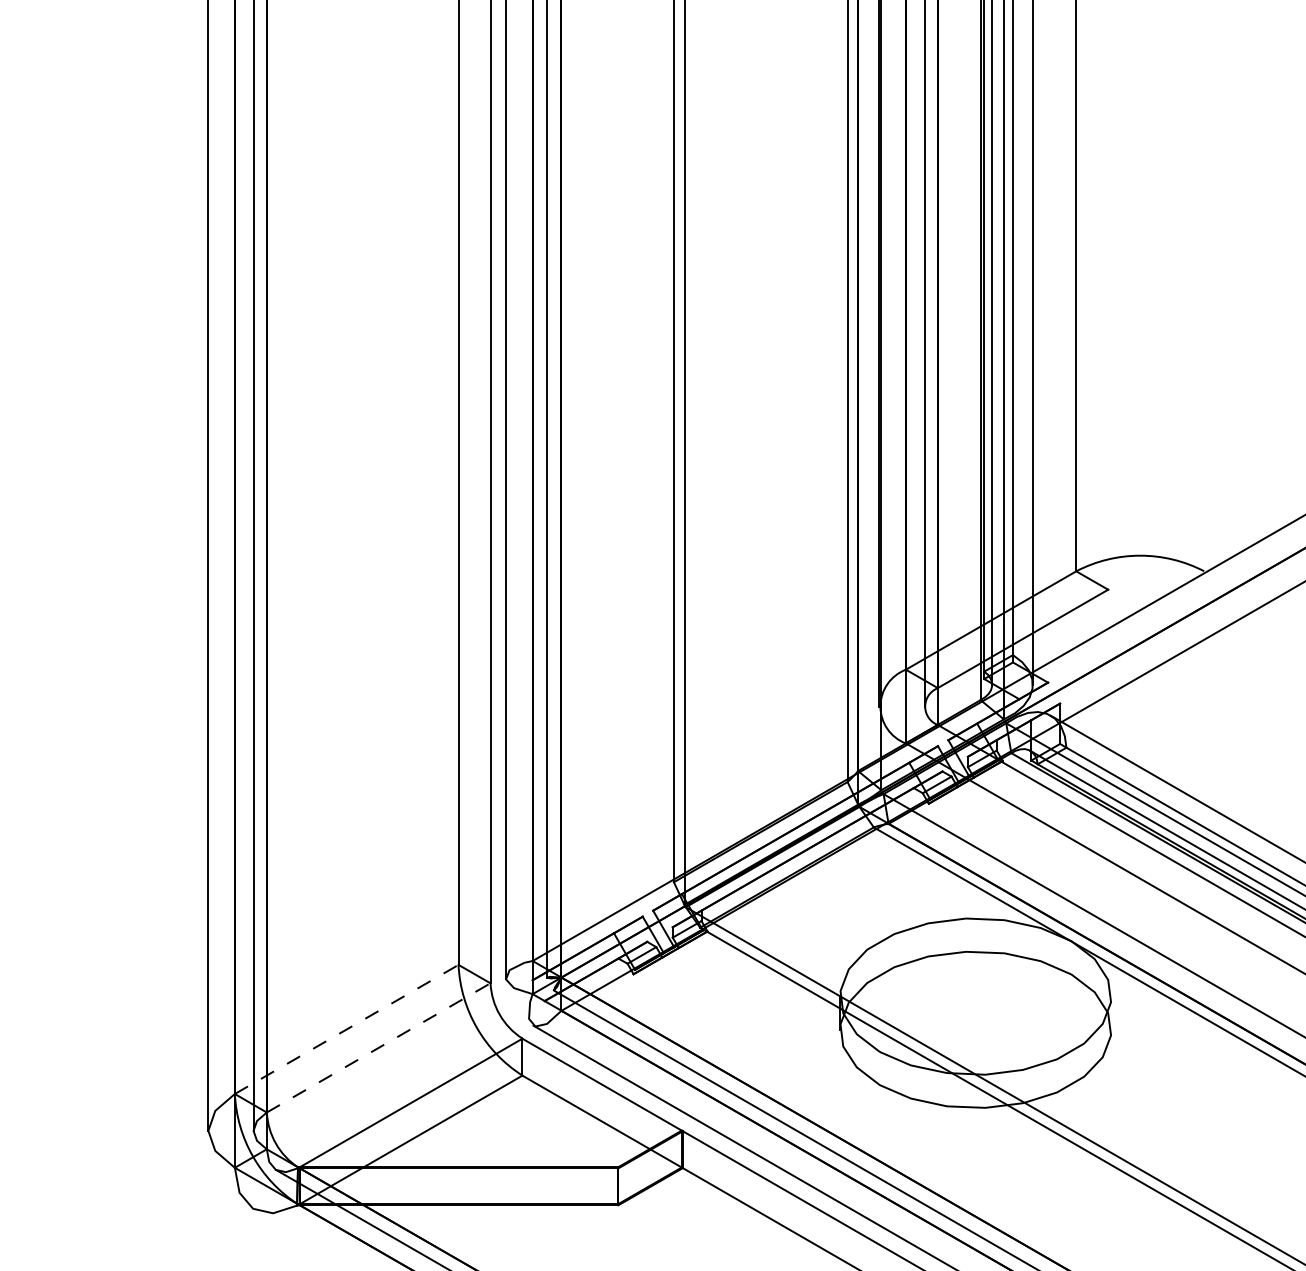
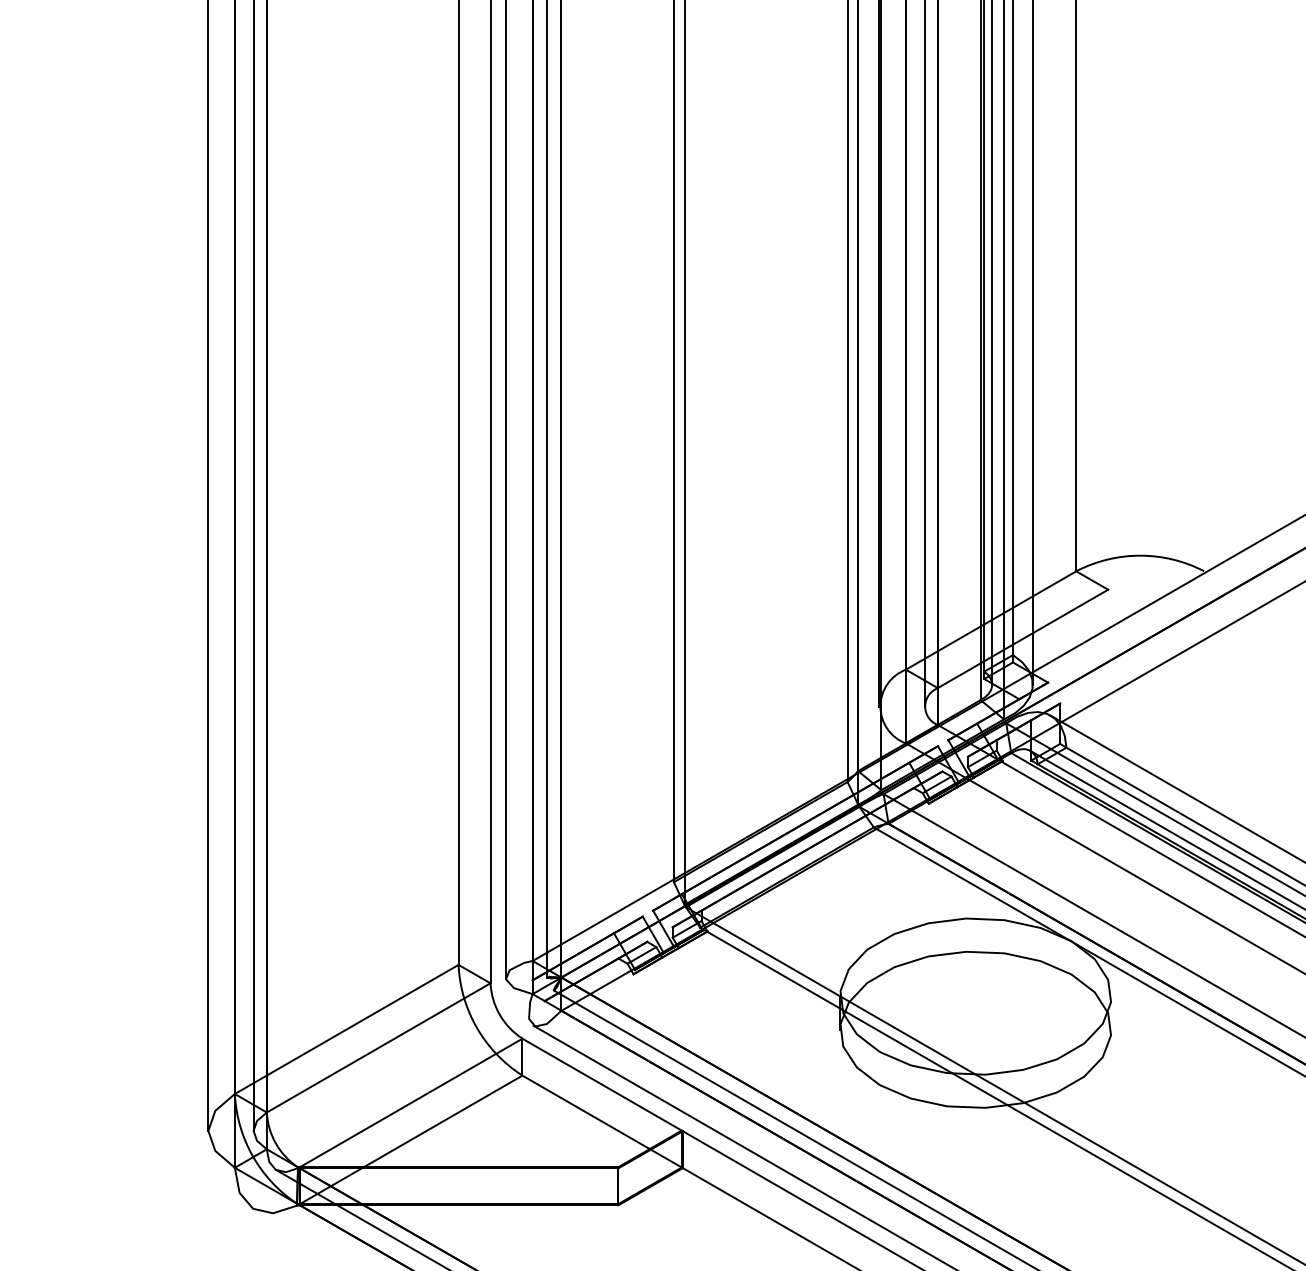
line at (347, 1029): dashed -> solid
line at (379, 1047): dashed -> solid
